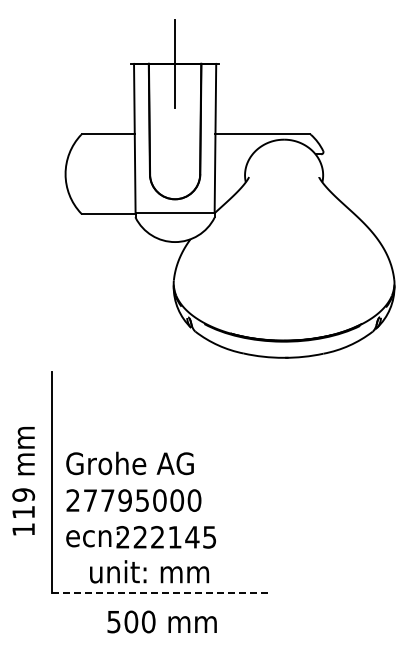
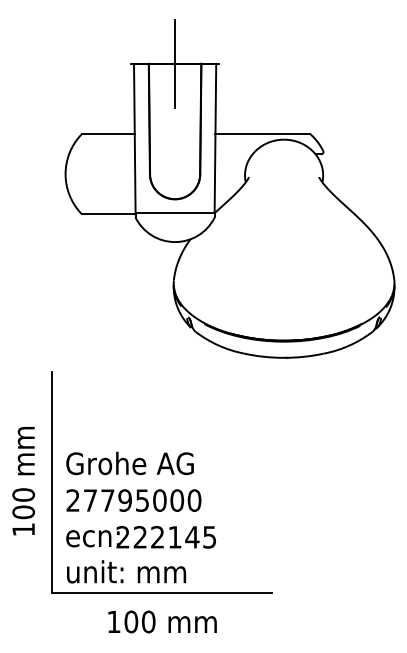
text at (23, 503): 119 -> 100
text at (149, 571) position: (149, 571) -> (126, 571)
line at (162, 592): dashed -> solid
text at (113, 622): 500 -> 100
